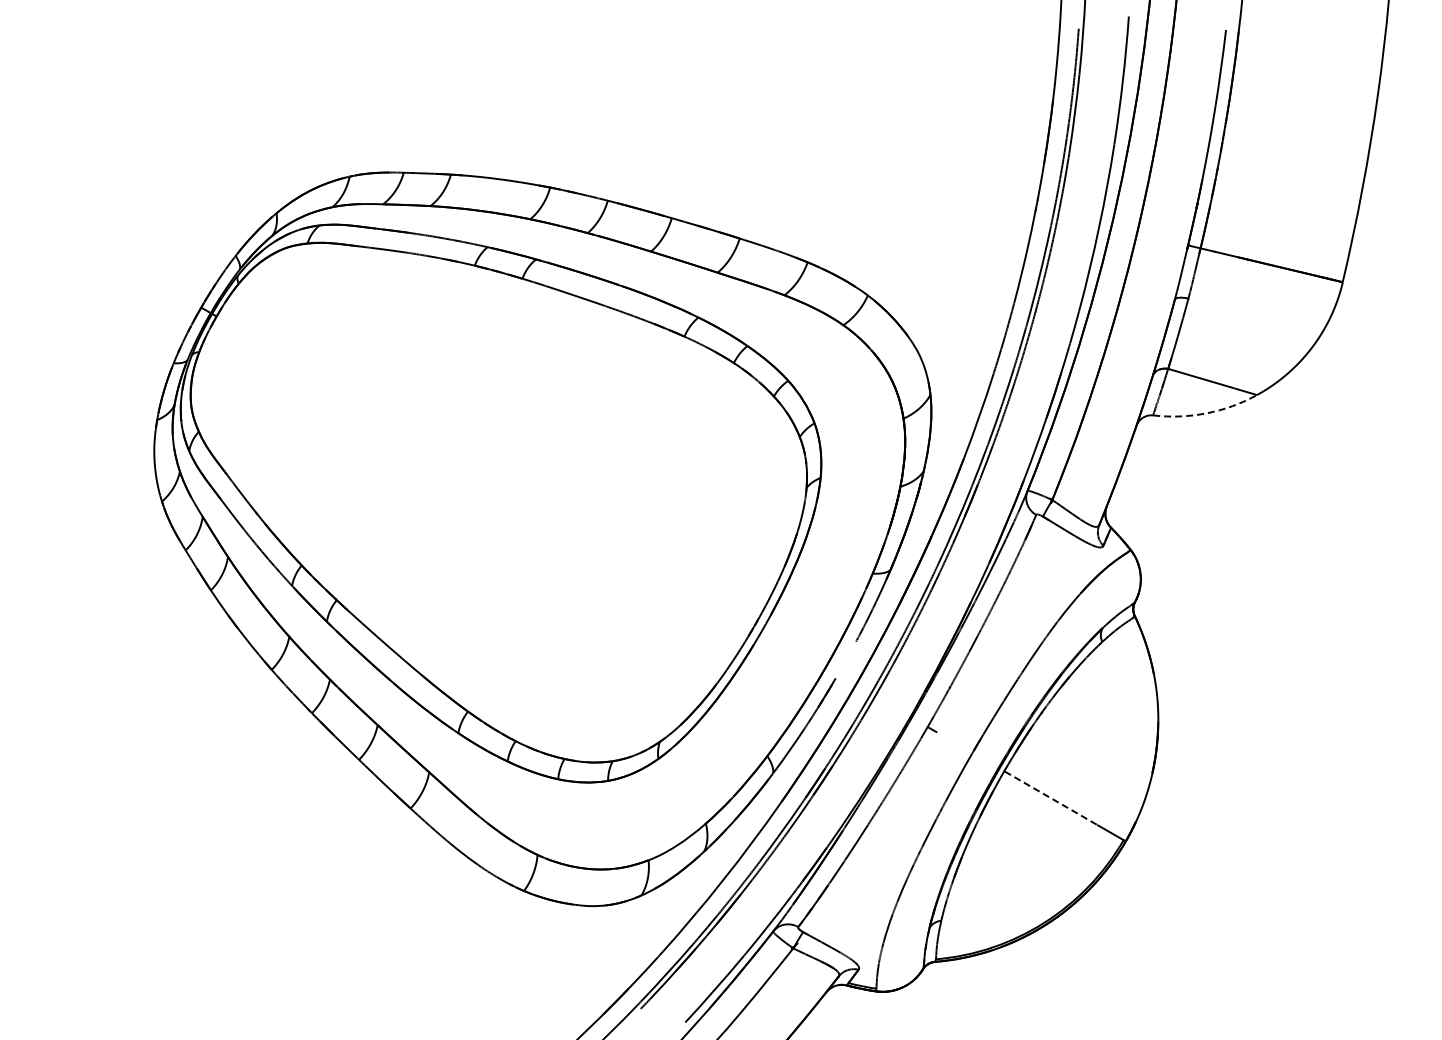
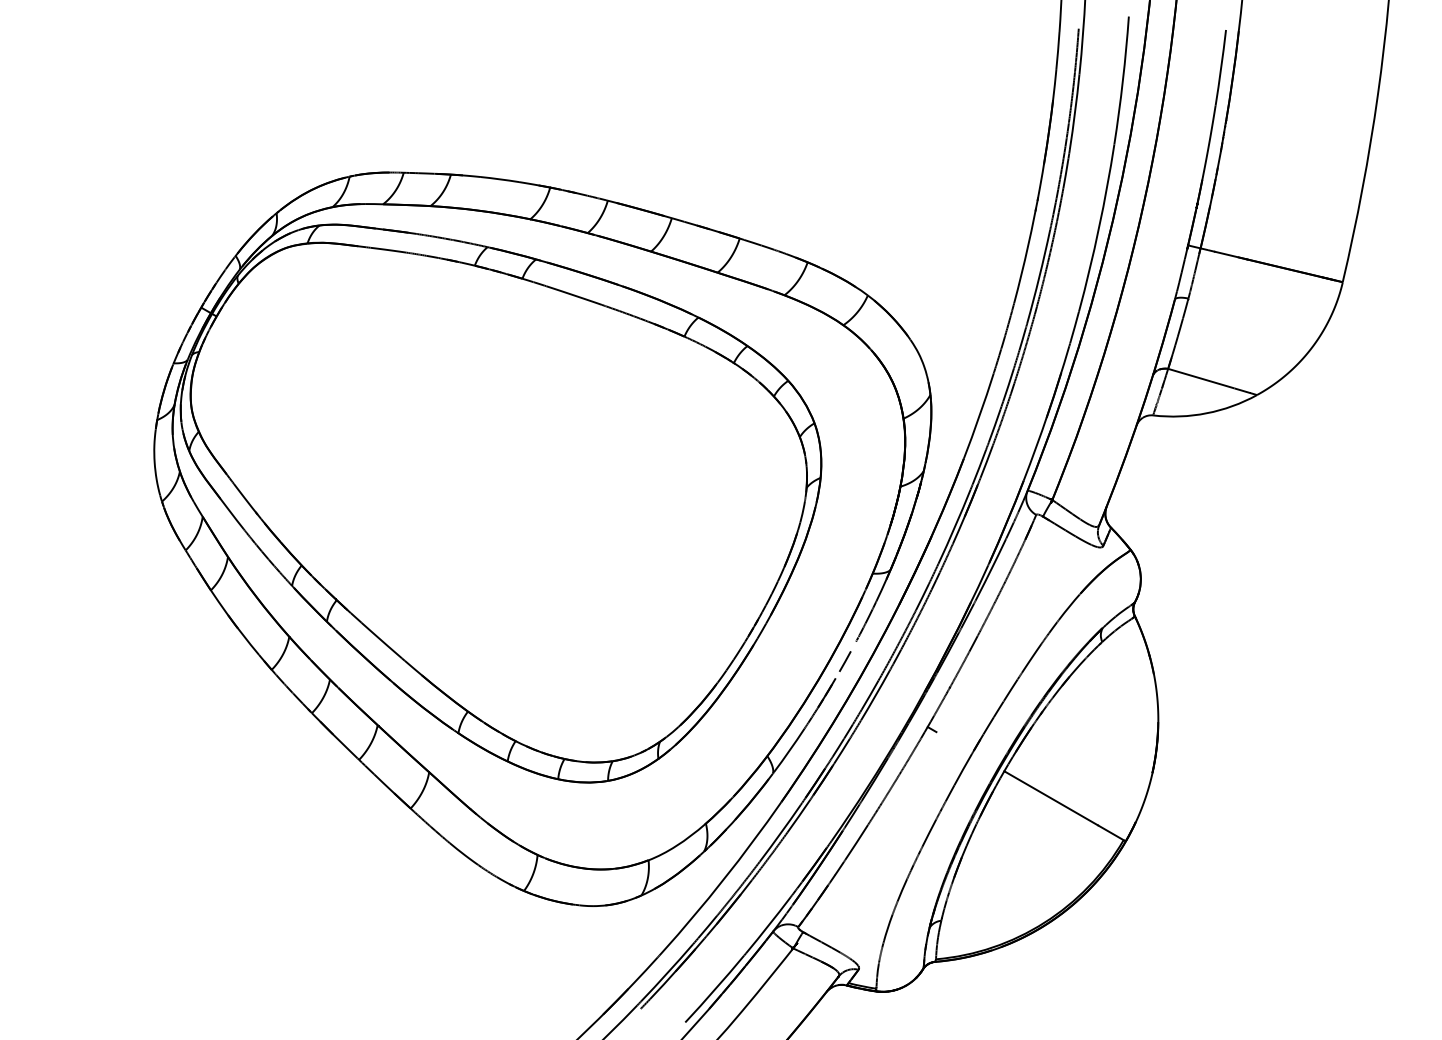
arc at (1206, 413): dashed -> solid
line at (845, 661): none -> present
line at (1051, 798): dashed -> solid
